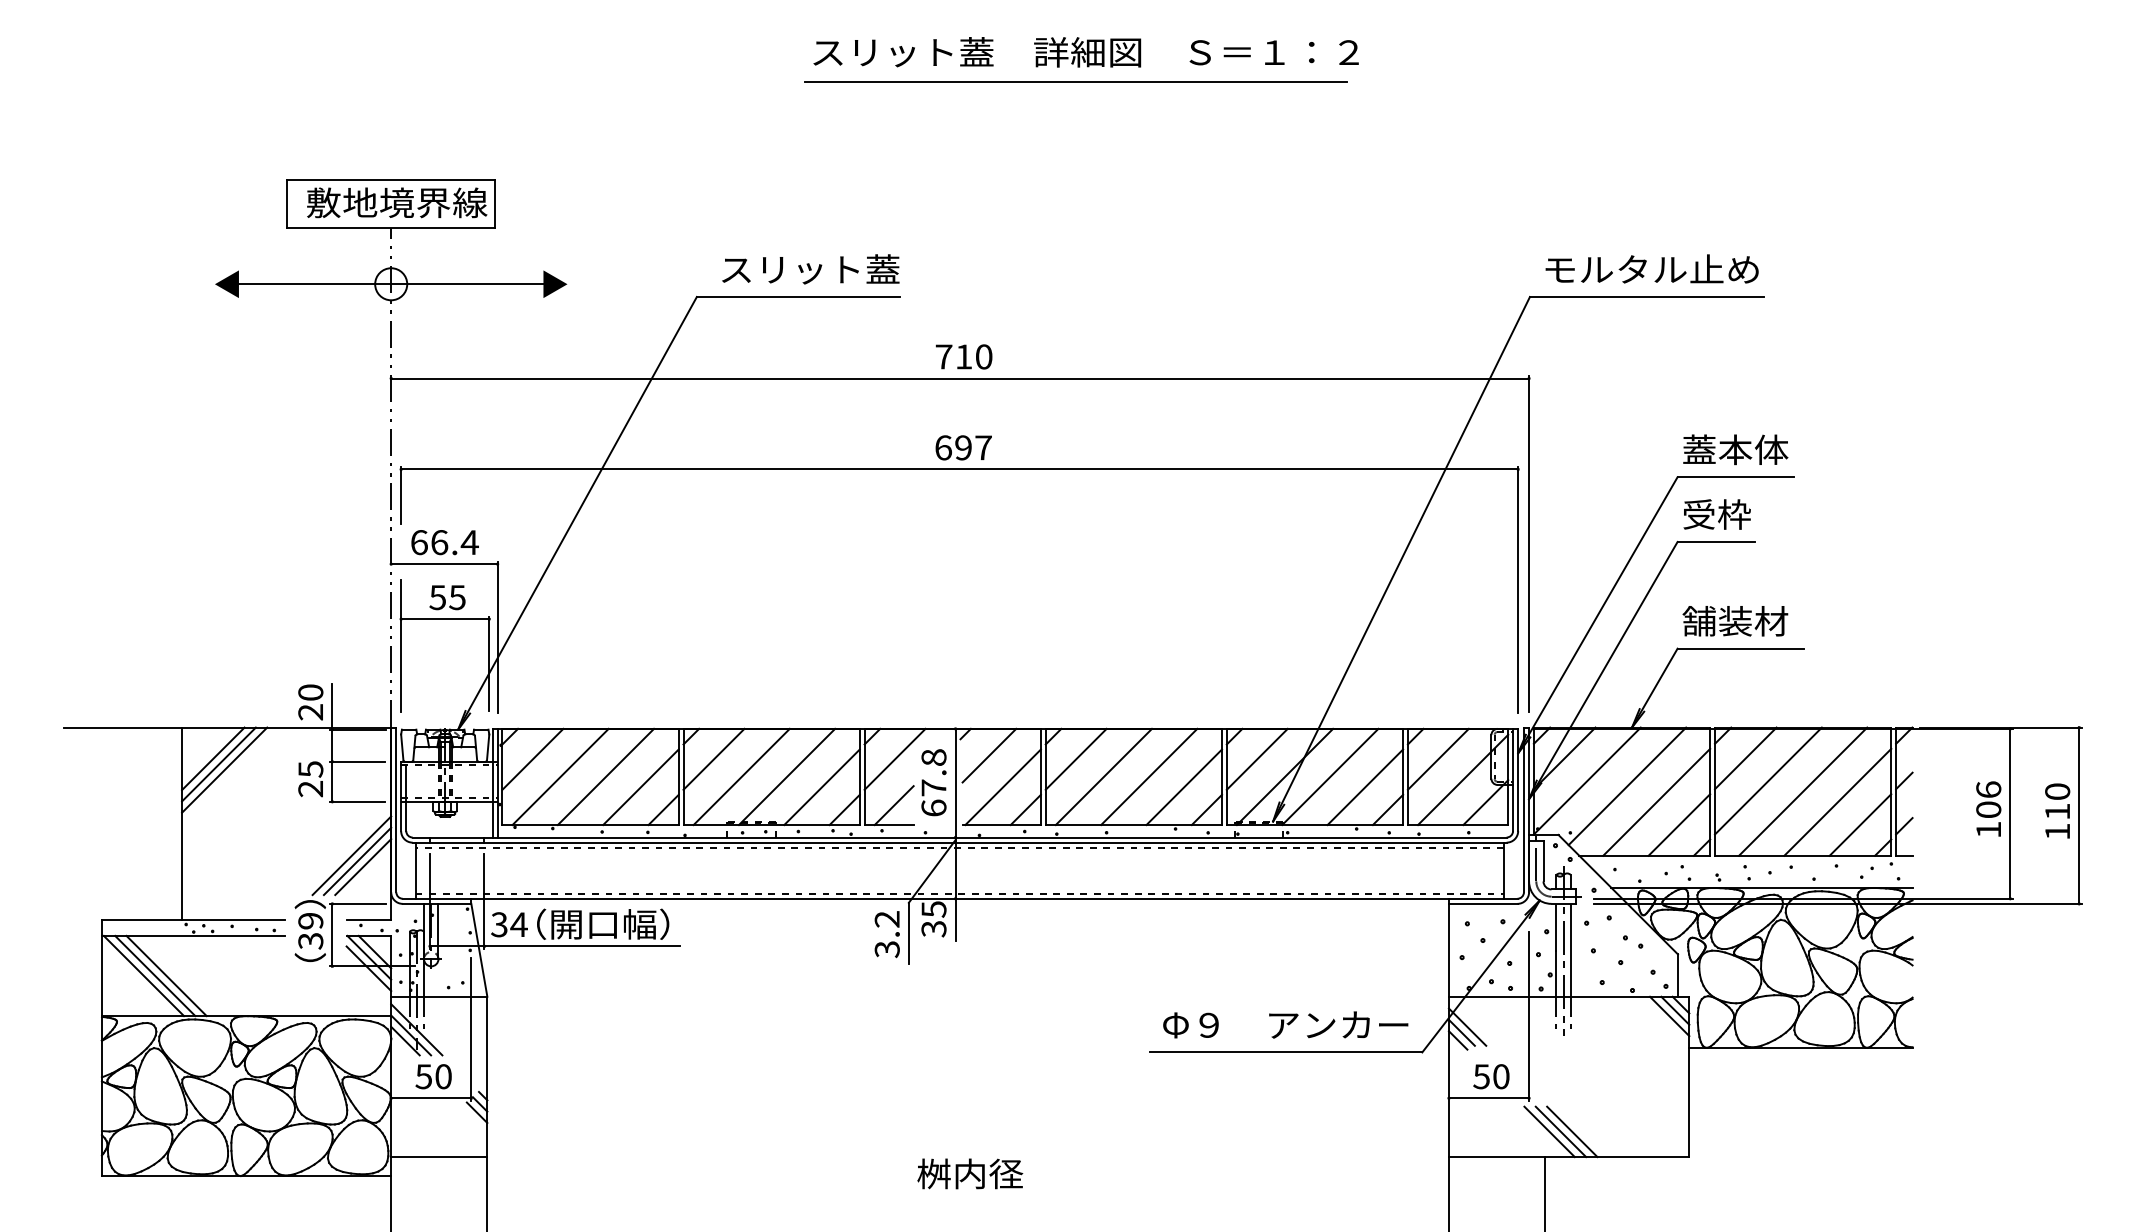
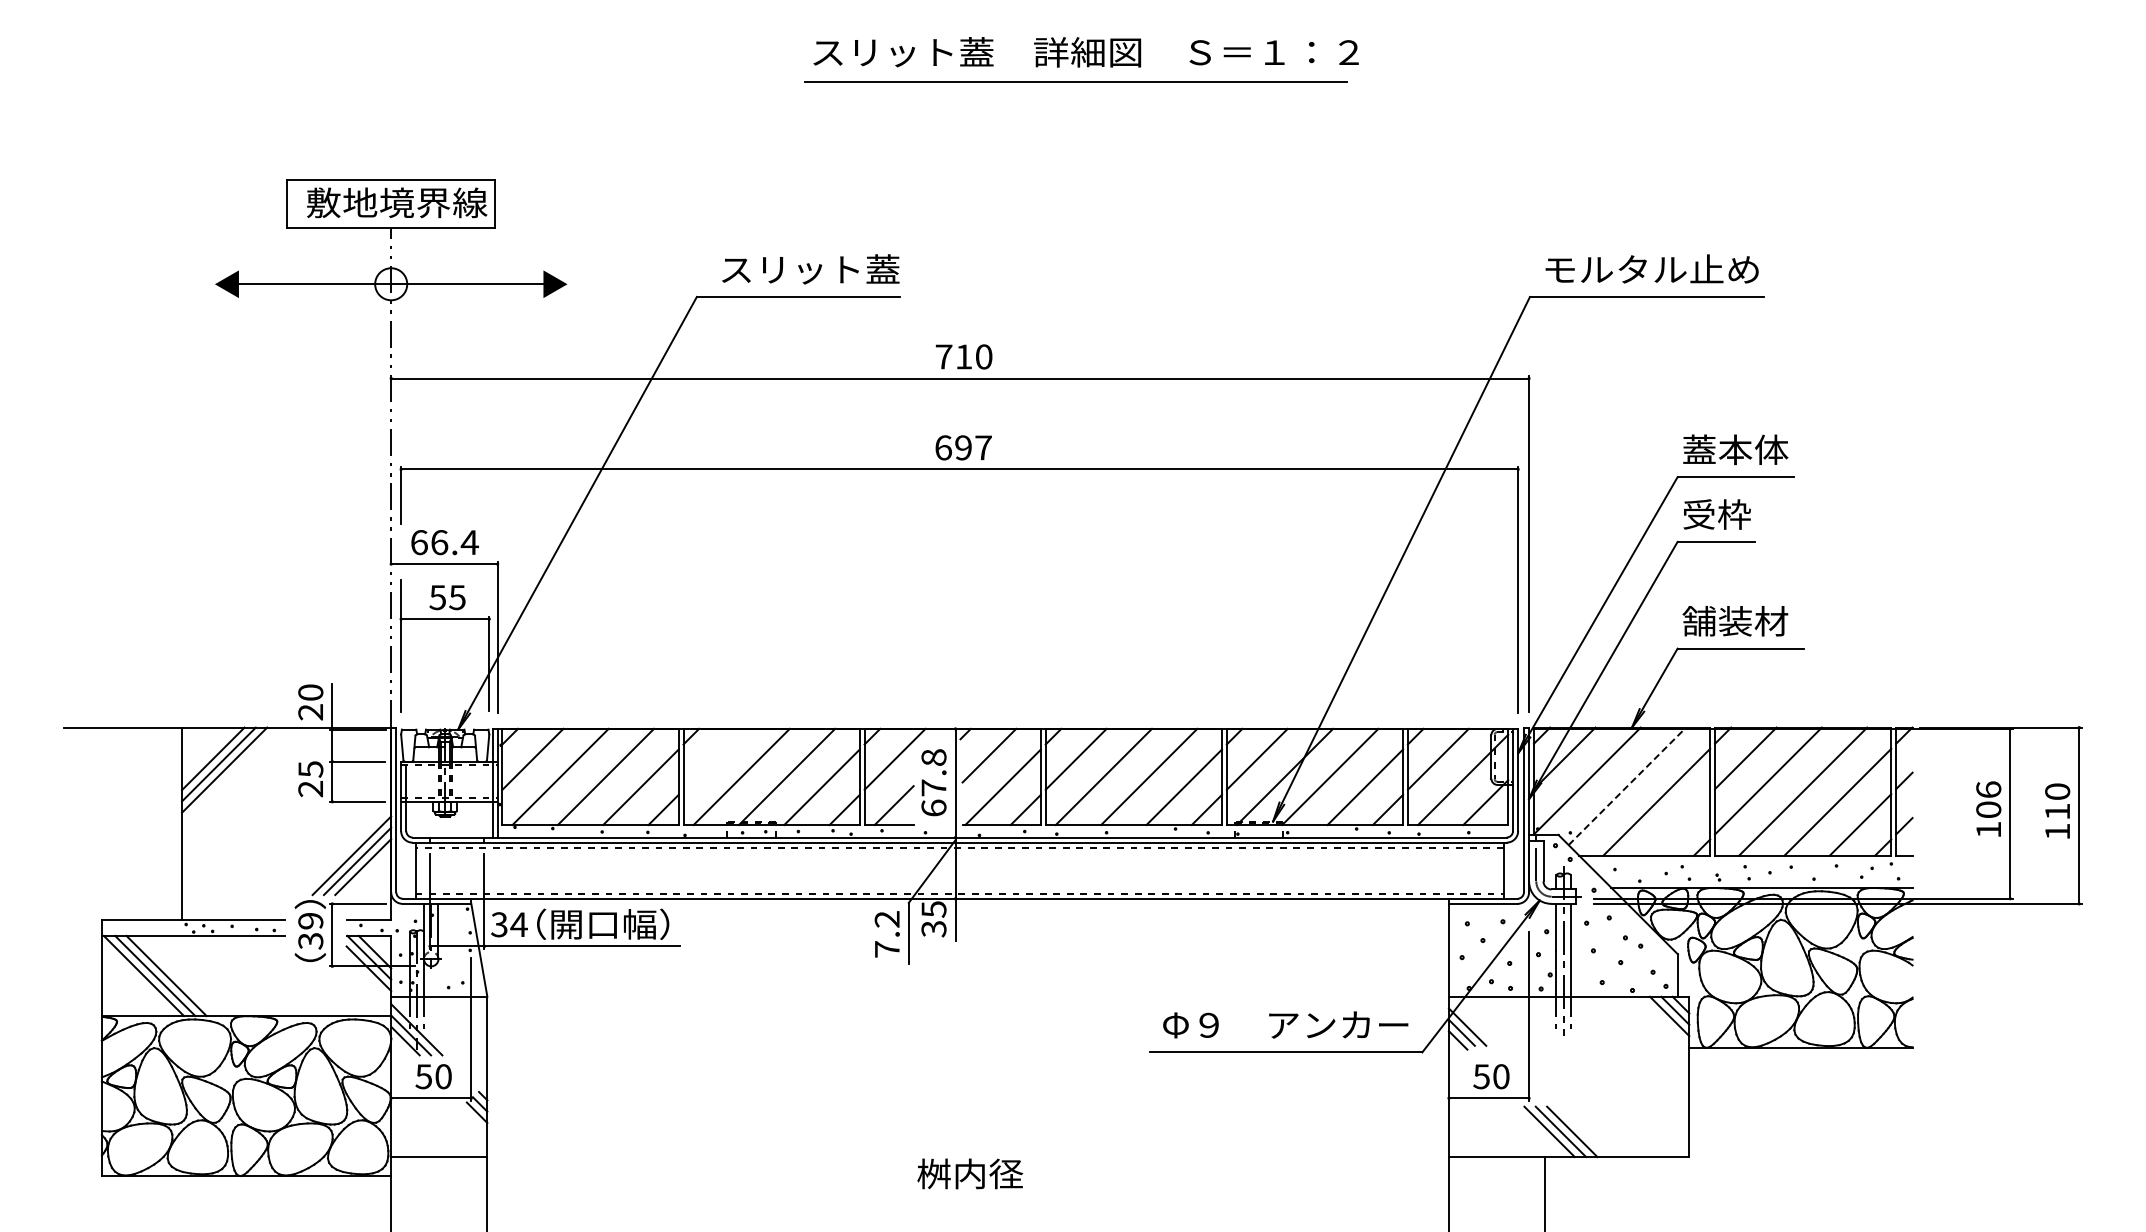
line at (713, 758): present -> none
line at (1627, 785): solid -> dashed
line at (1679, 824): present -> none
text at (886, 949): 3.2 -> 7.2
